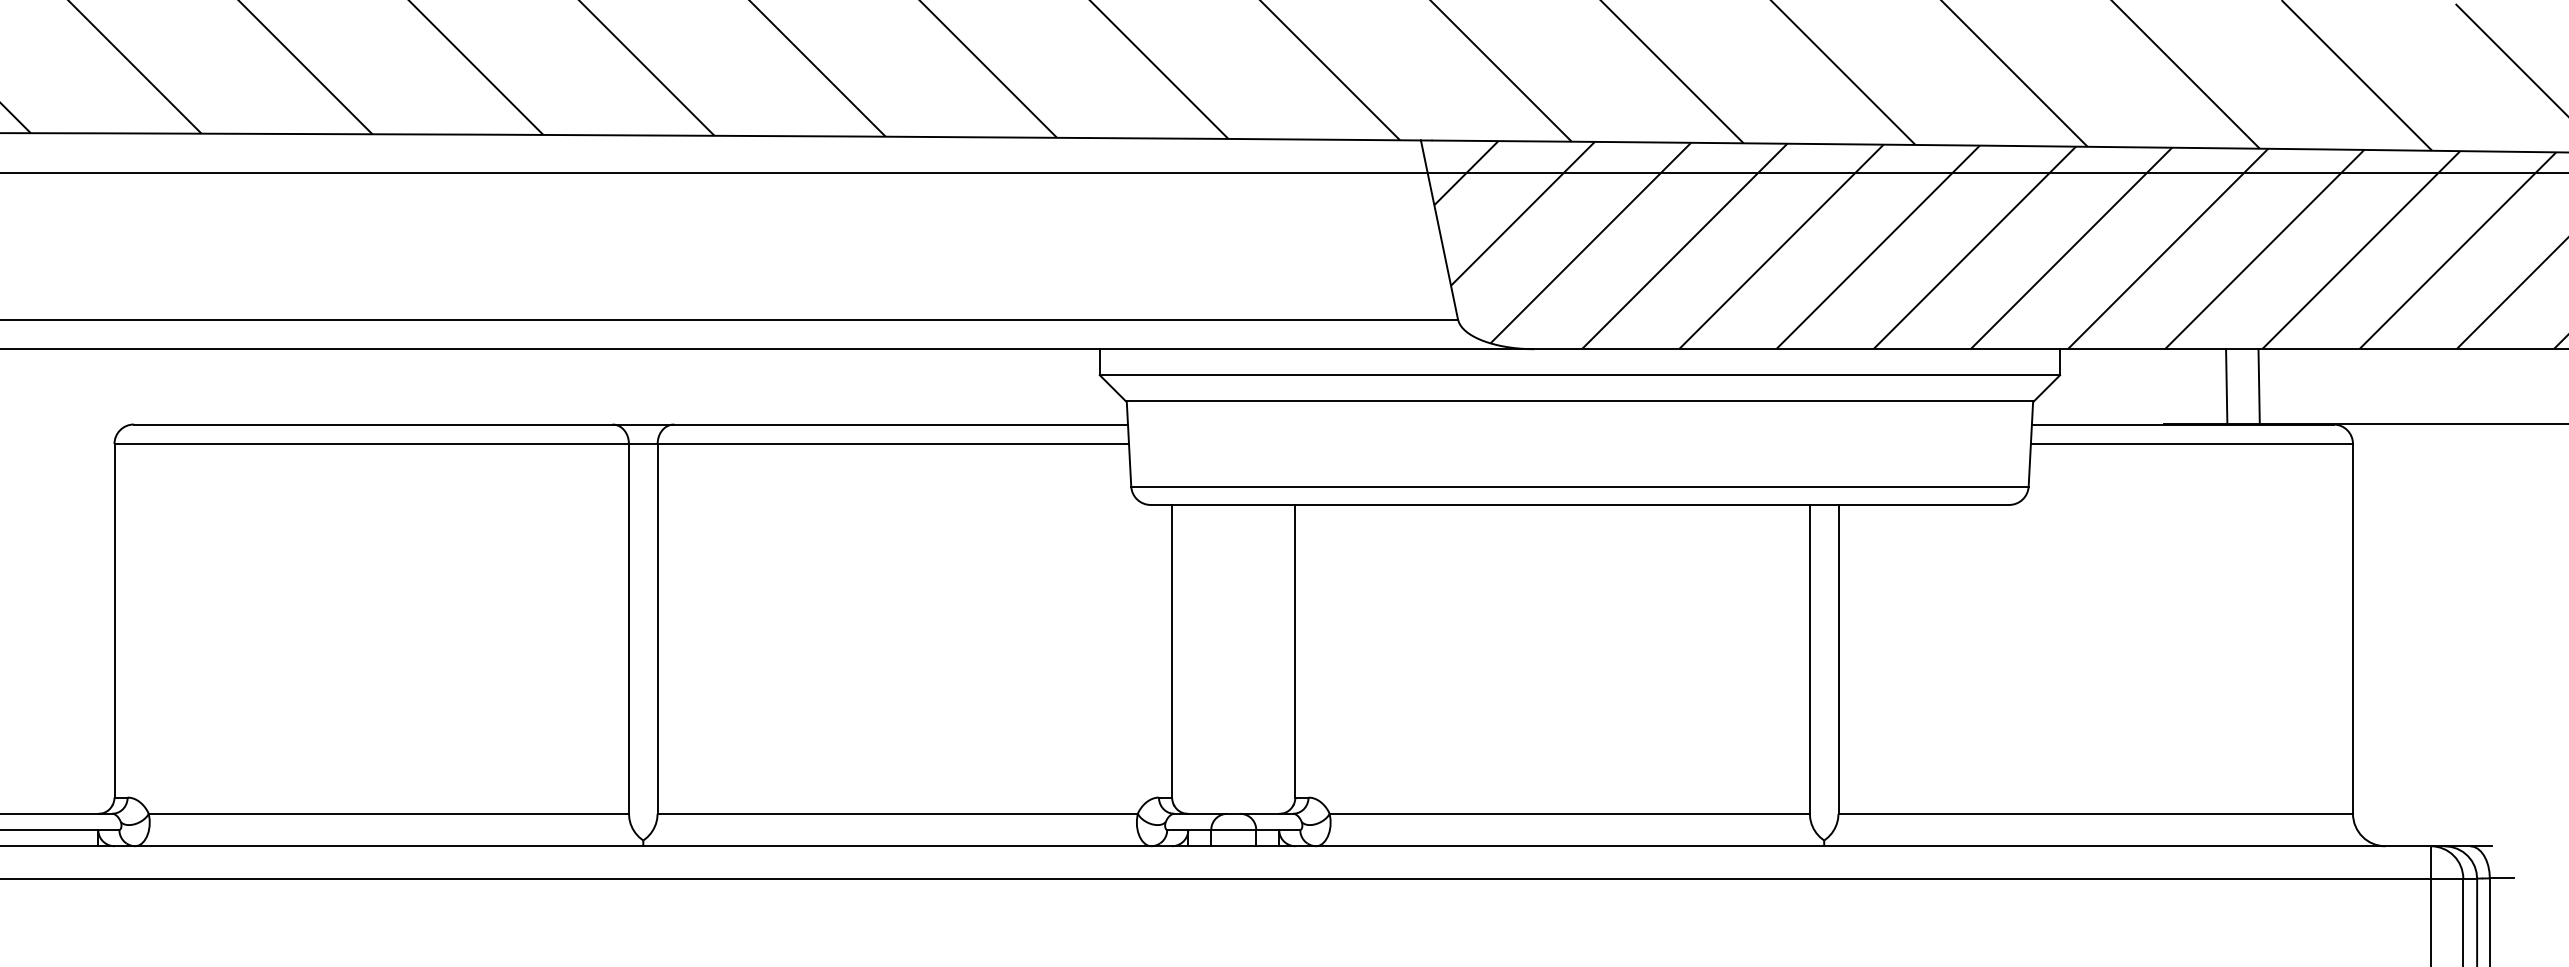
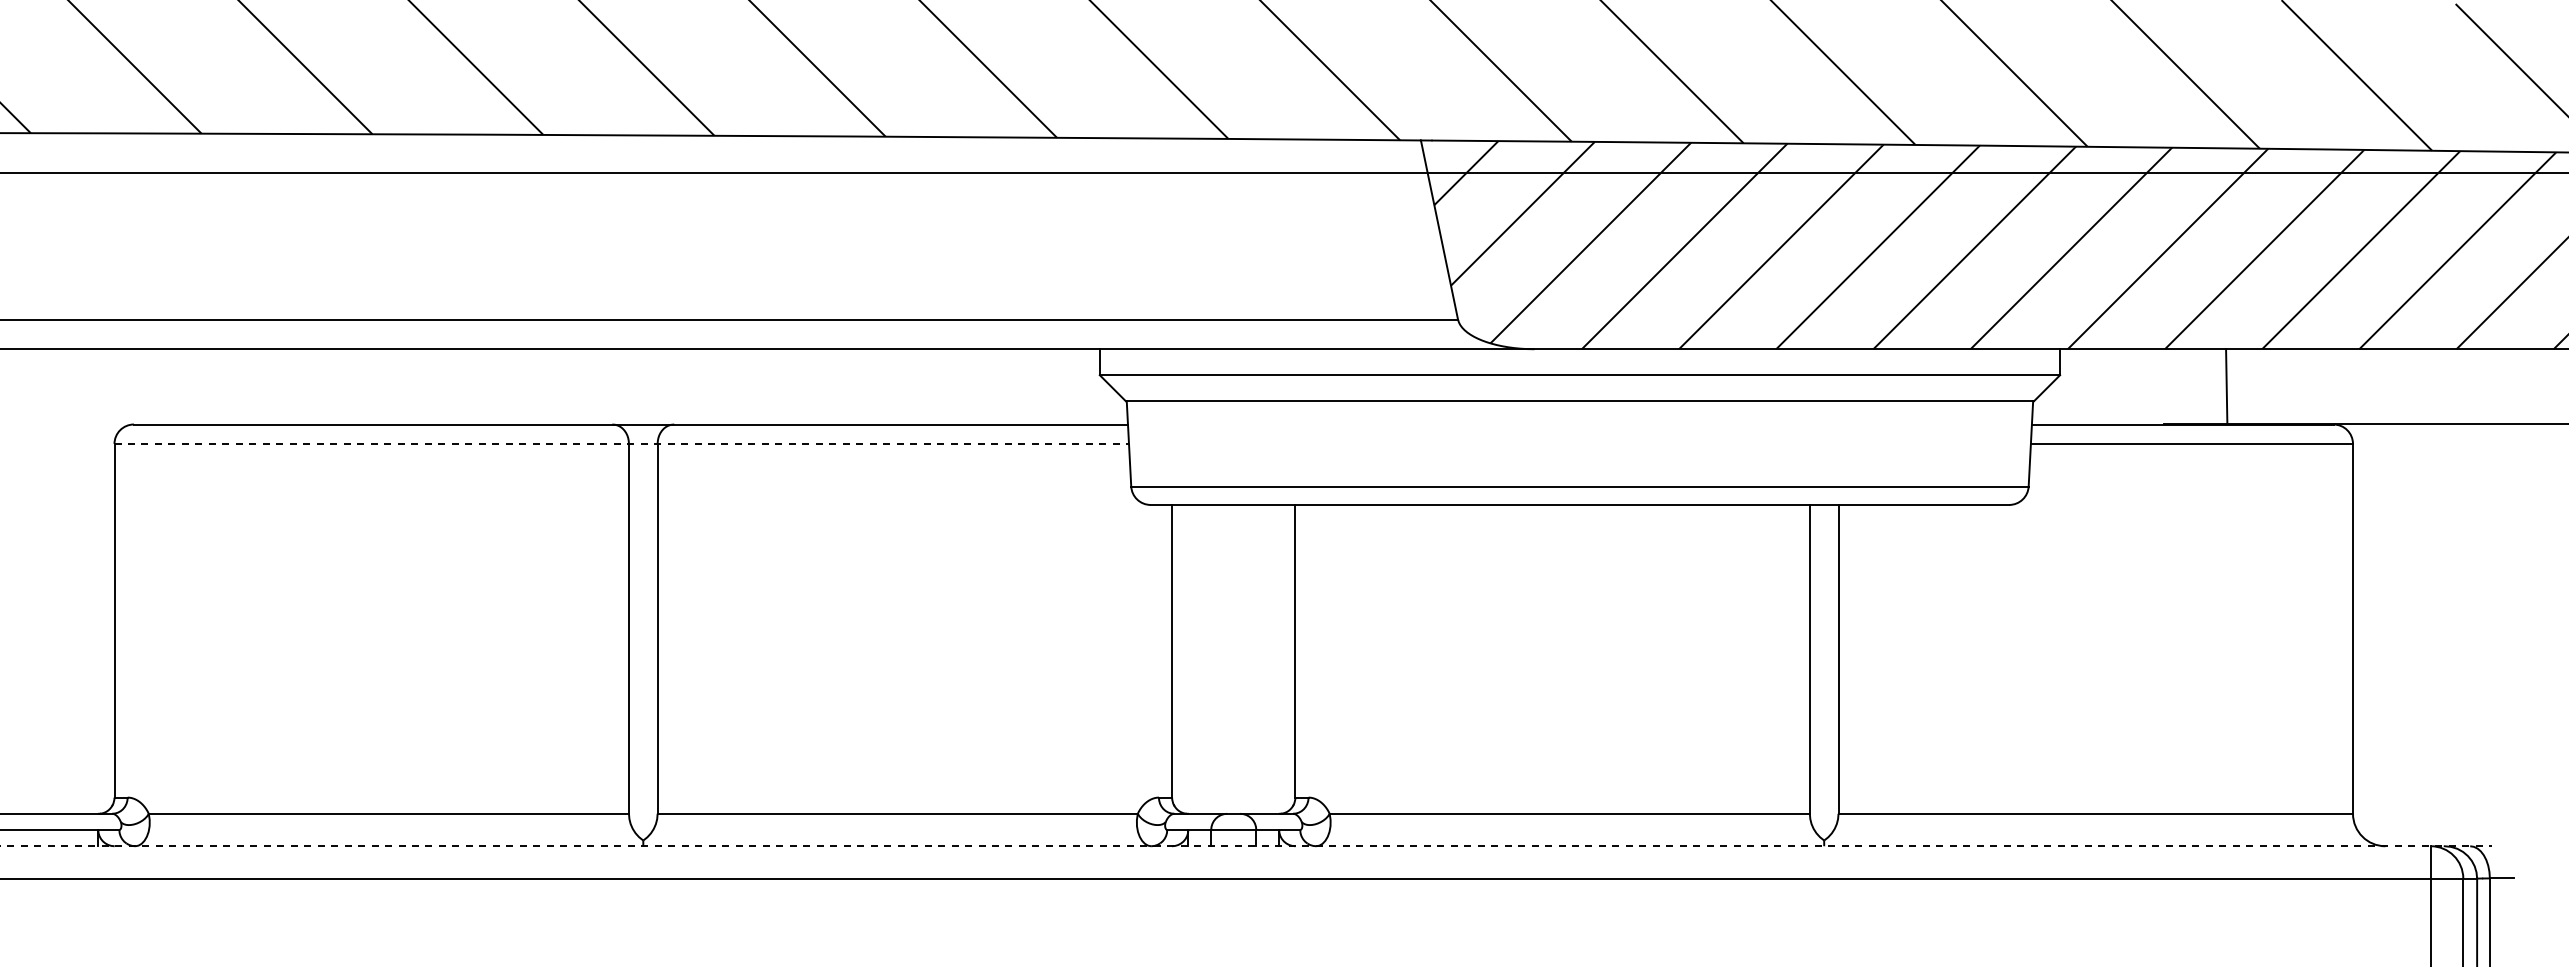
line at (2258, 386): present -> none
line at (622, 443): solid -> dashed
line at (1246, 846): solid -> dashed
